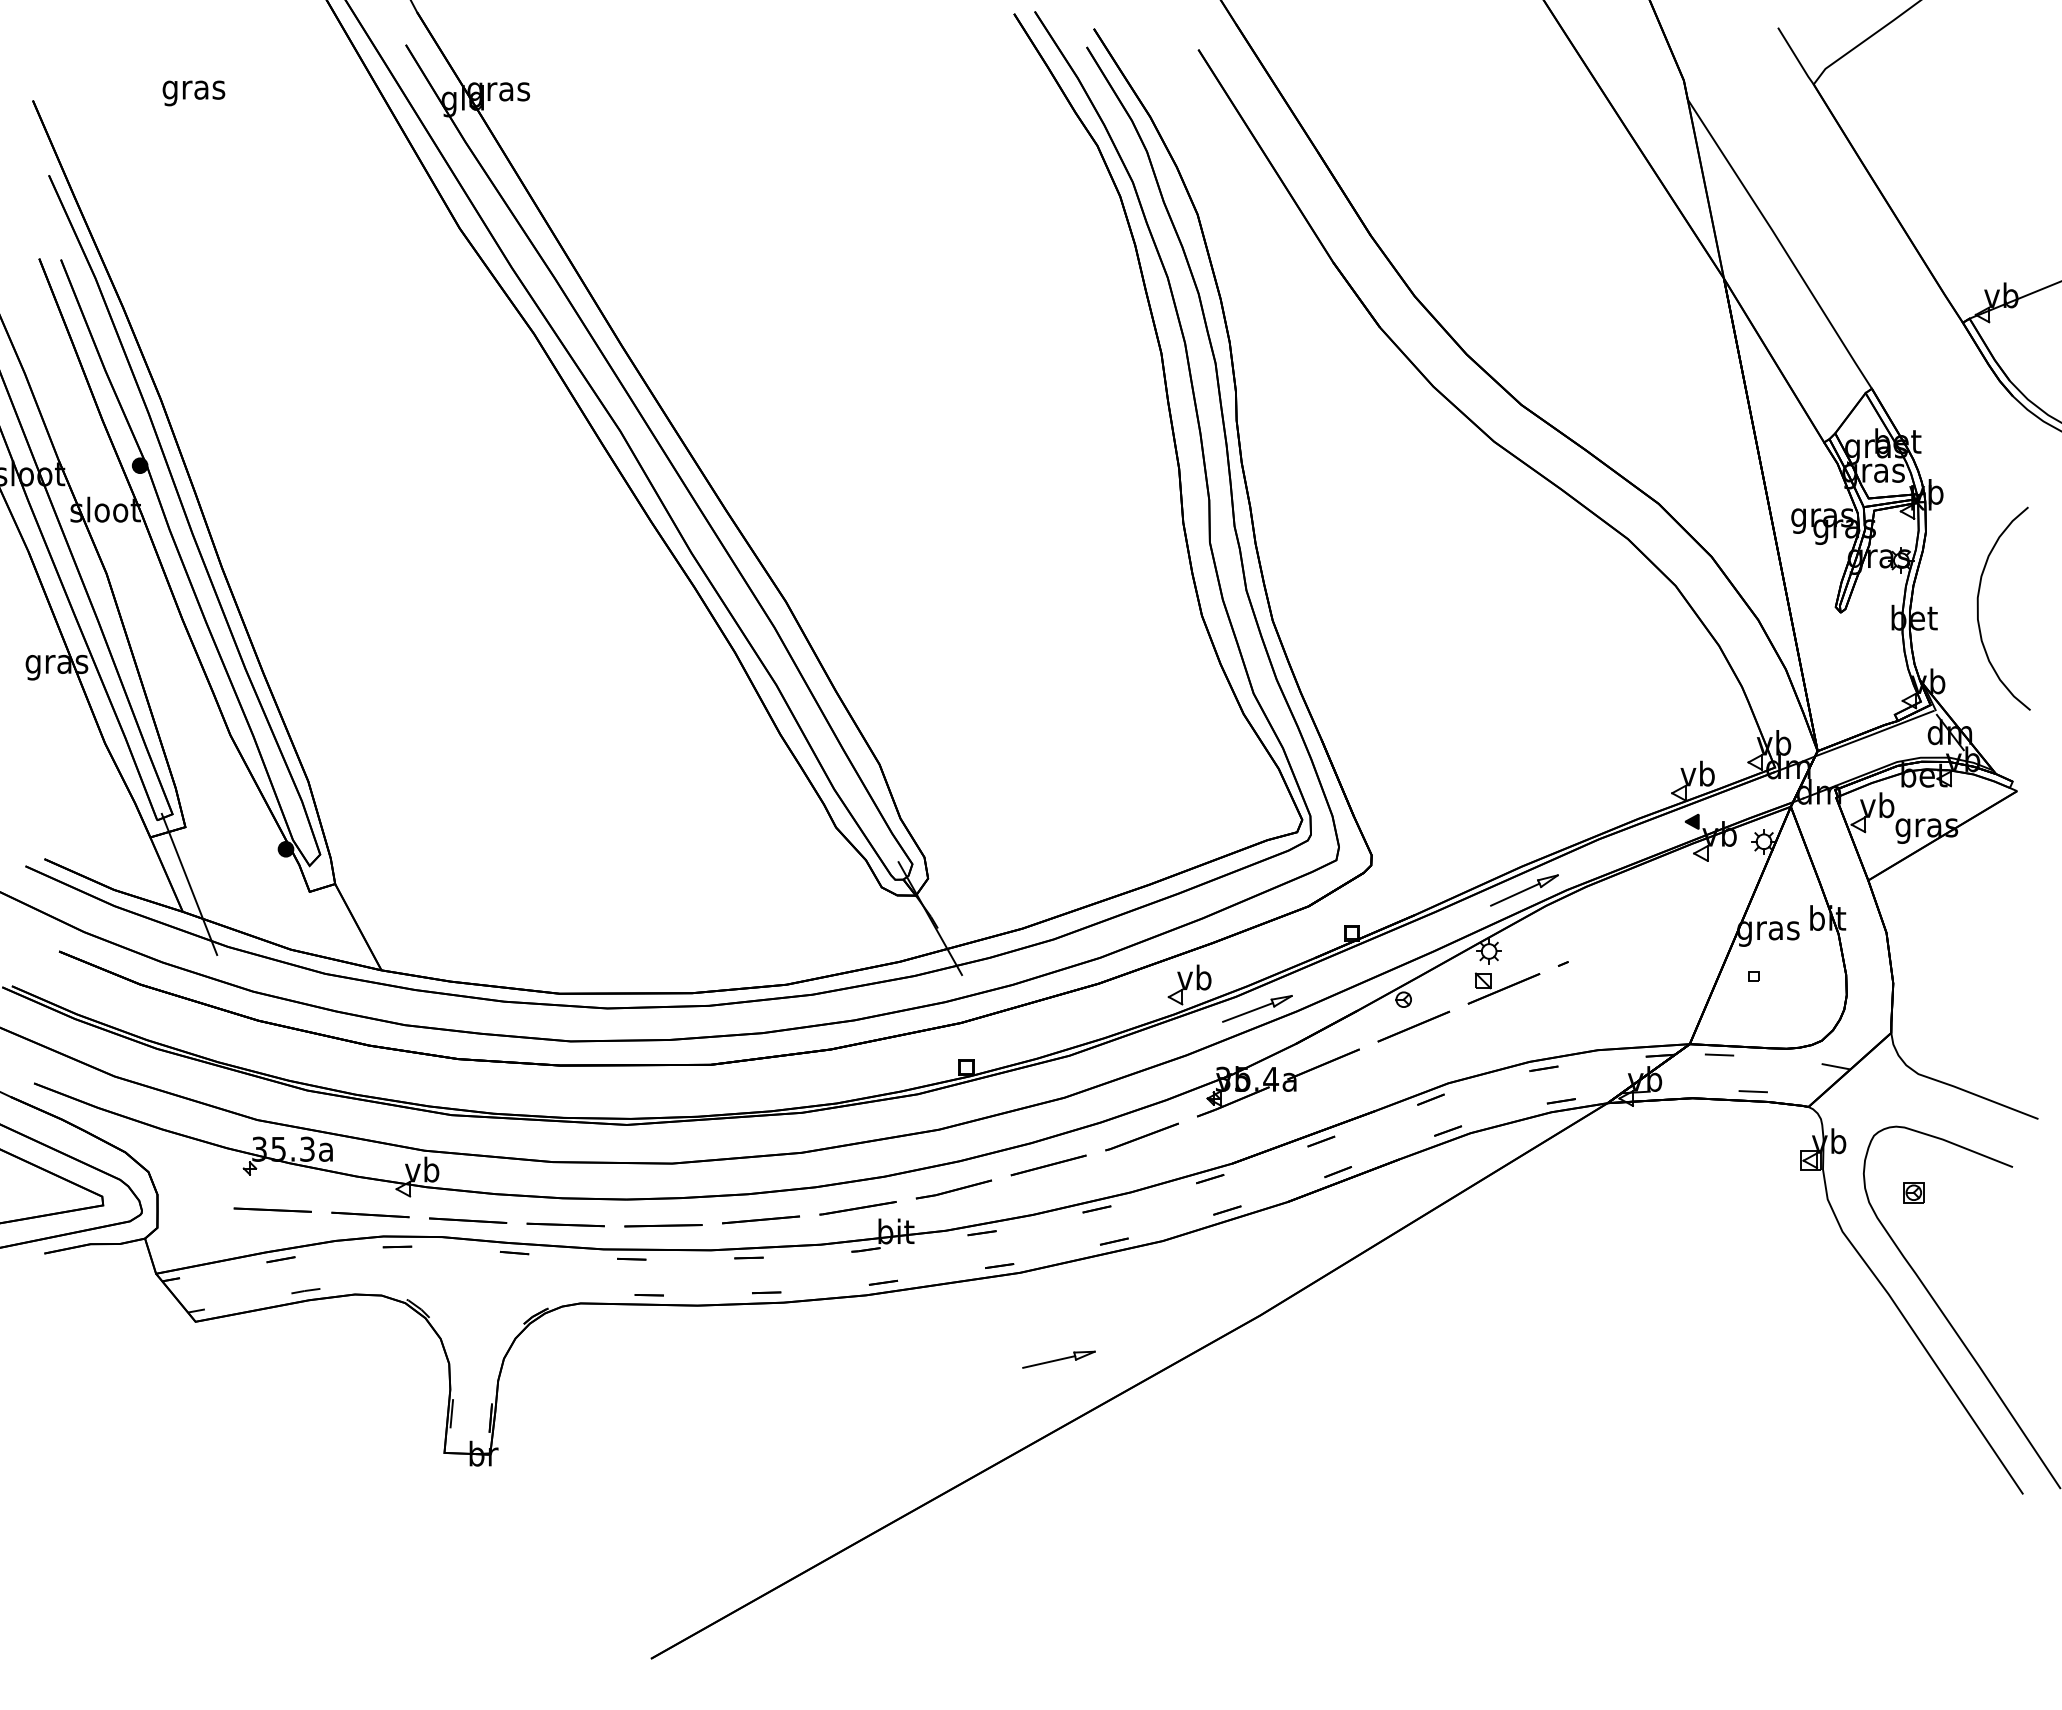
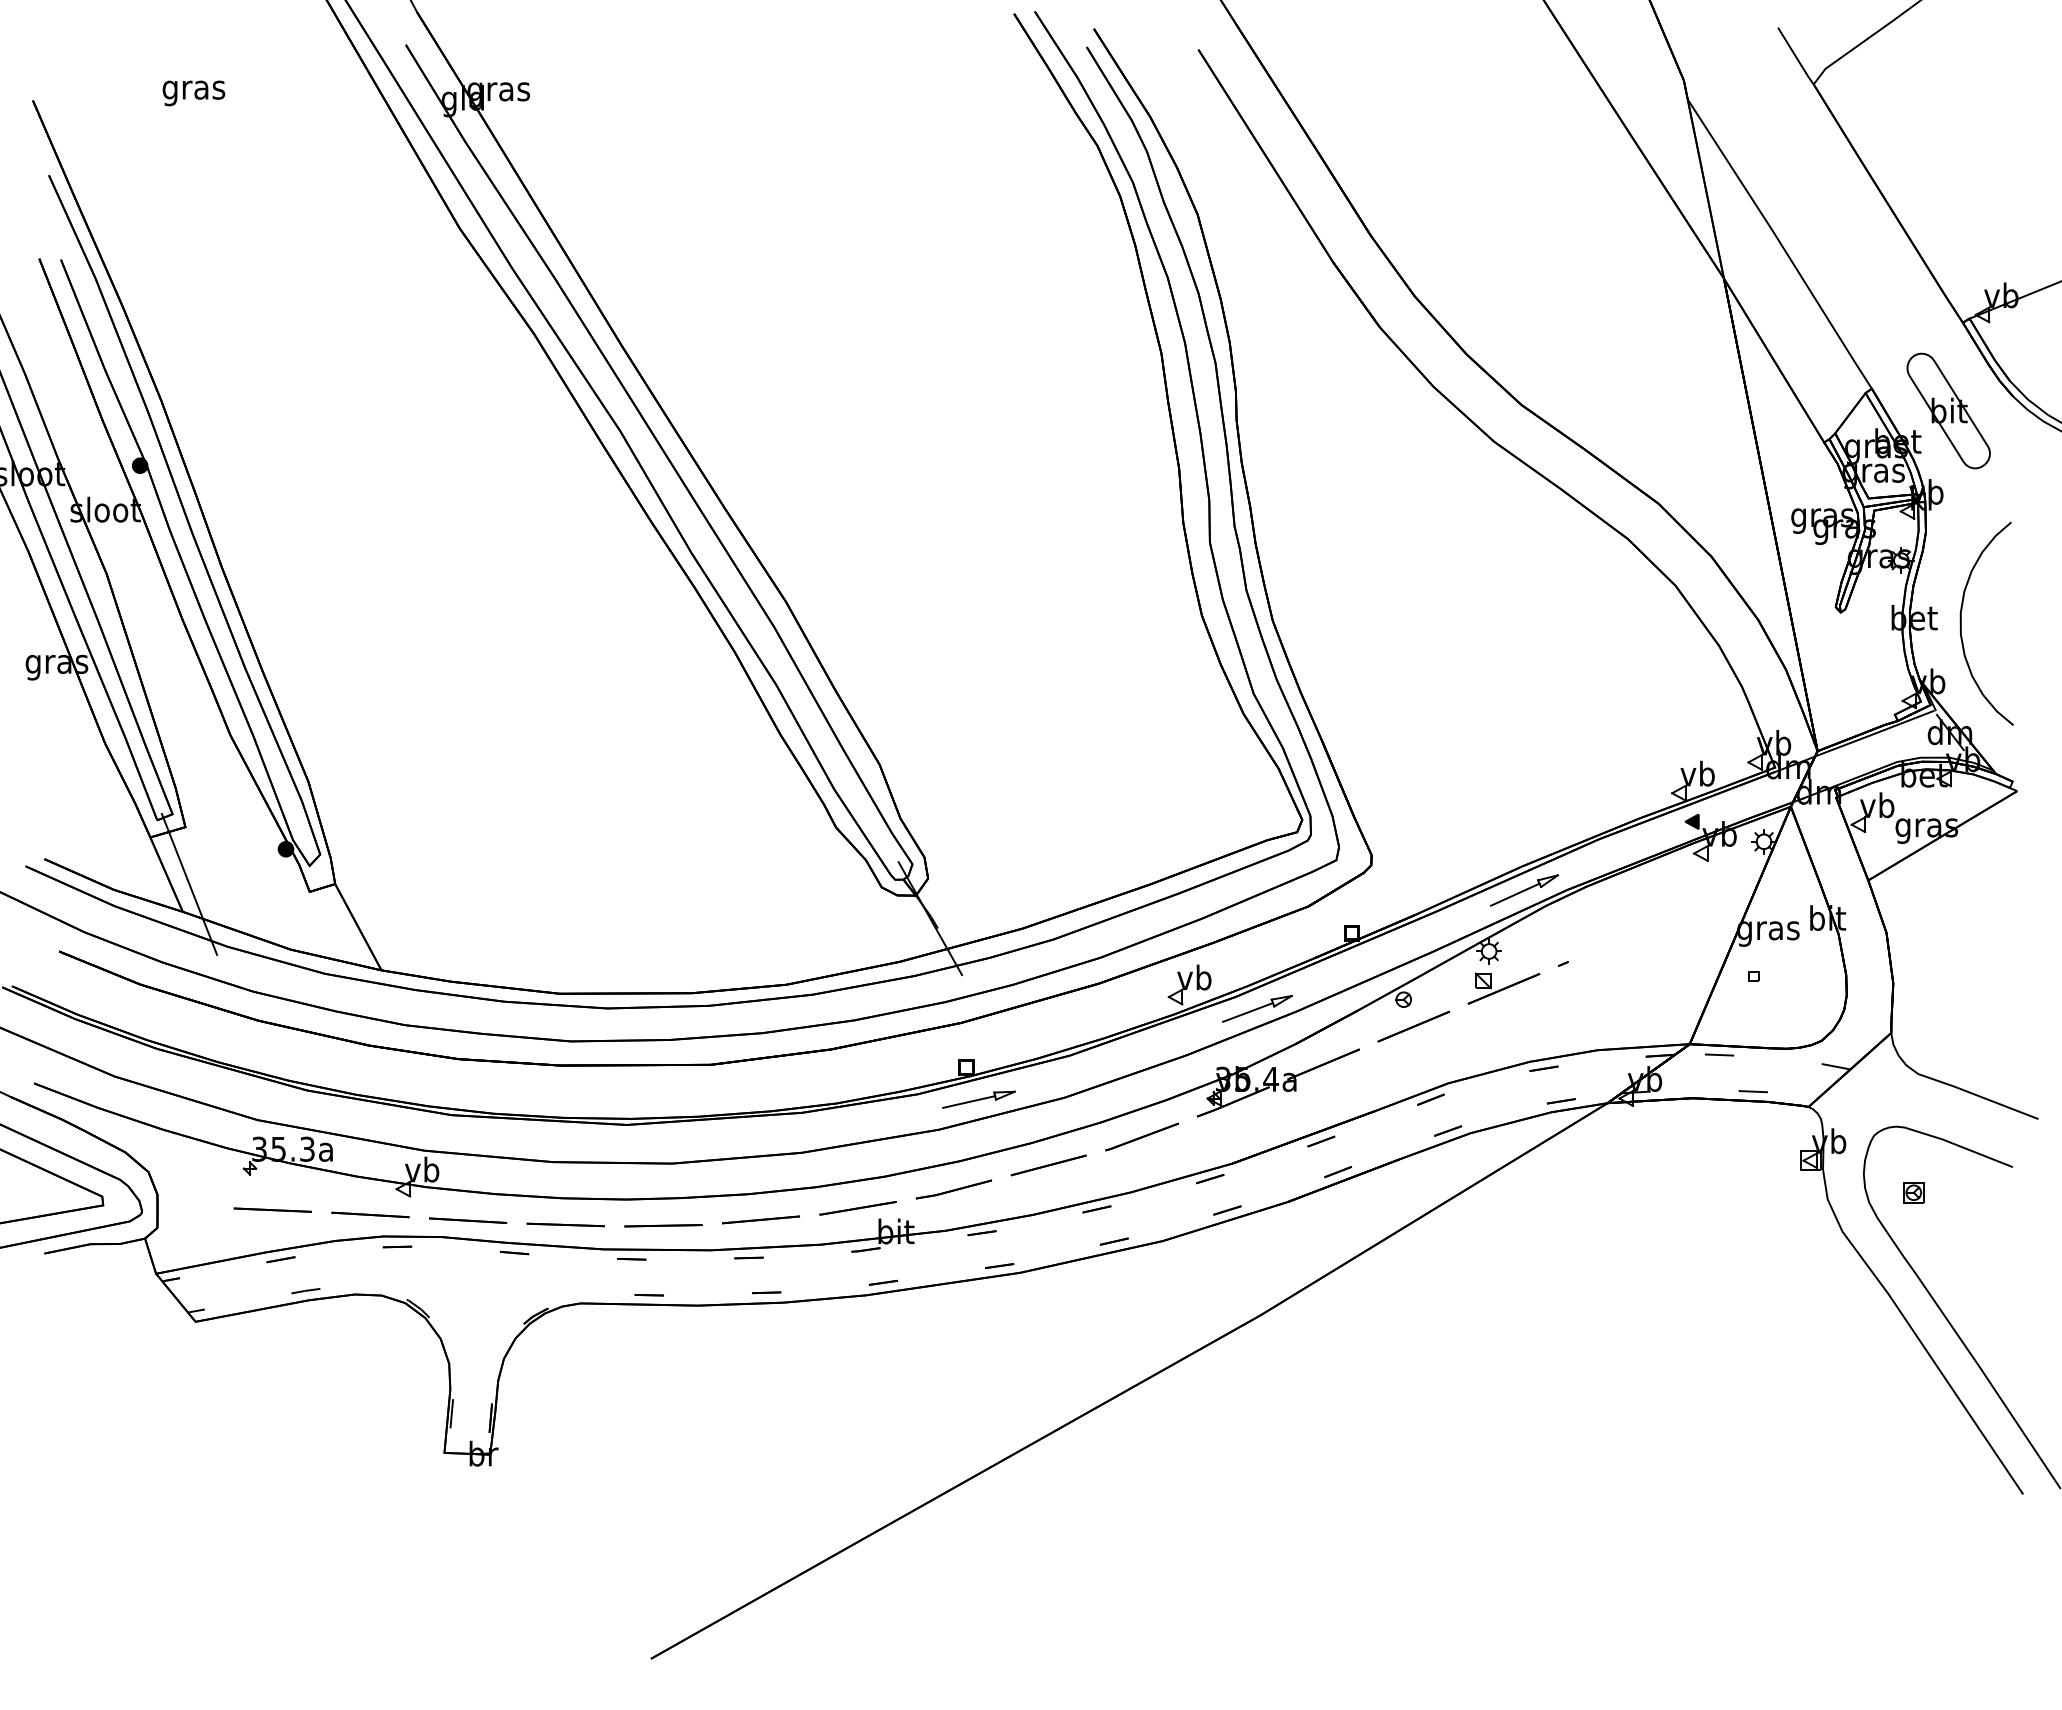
part at (1948, 410): none -> present
curve at (1978, 608) position: (1978, 608) -> (1961, 623)
part at (1058, 1359) position: (1058, 1359) -> (978, 1099)
